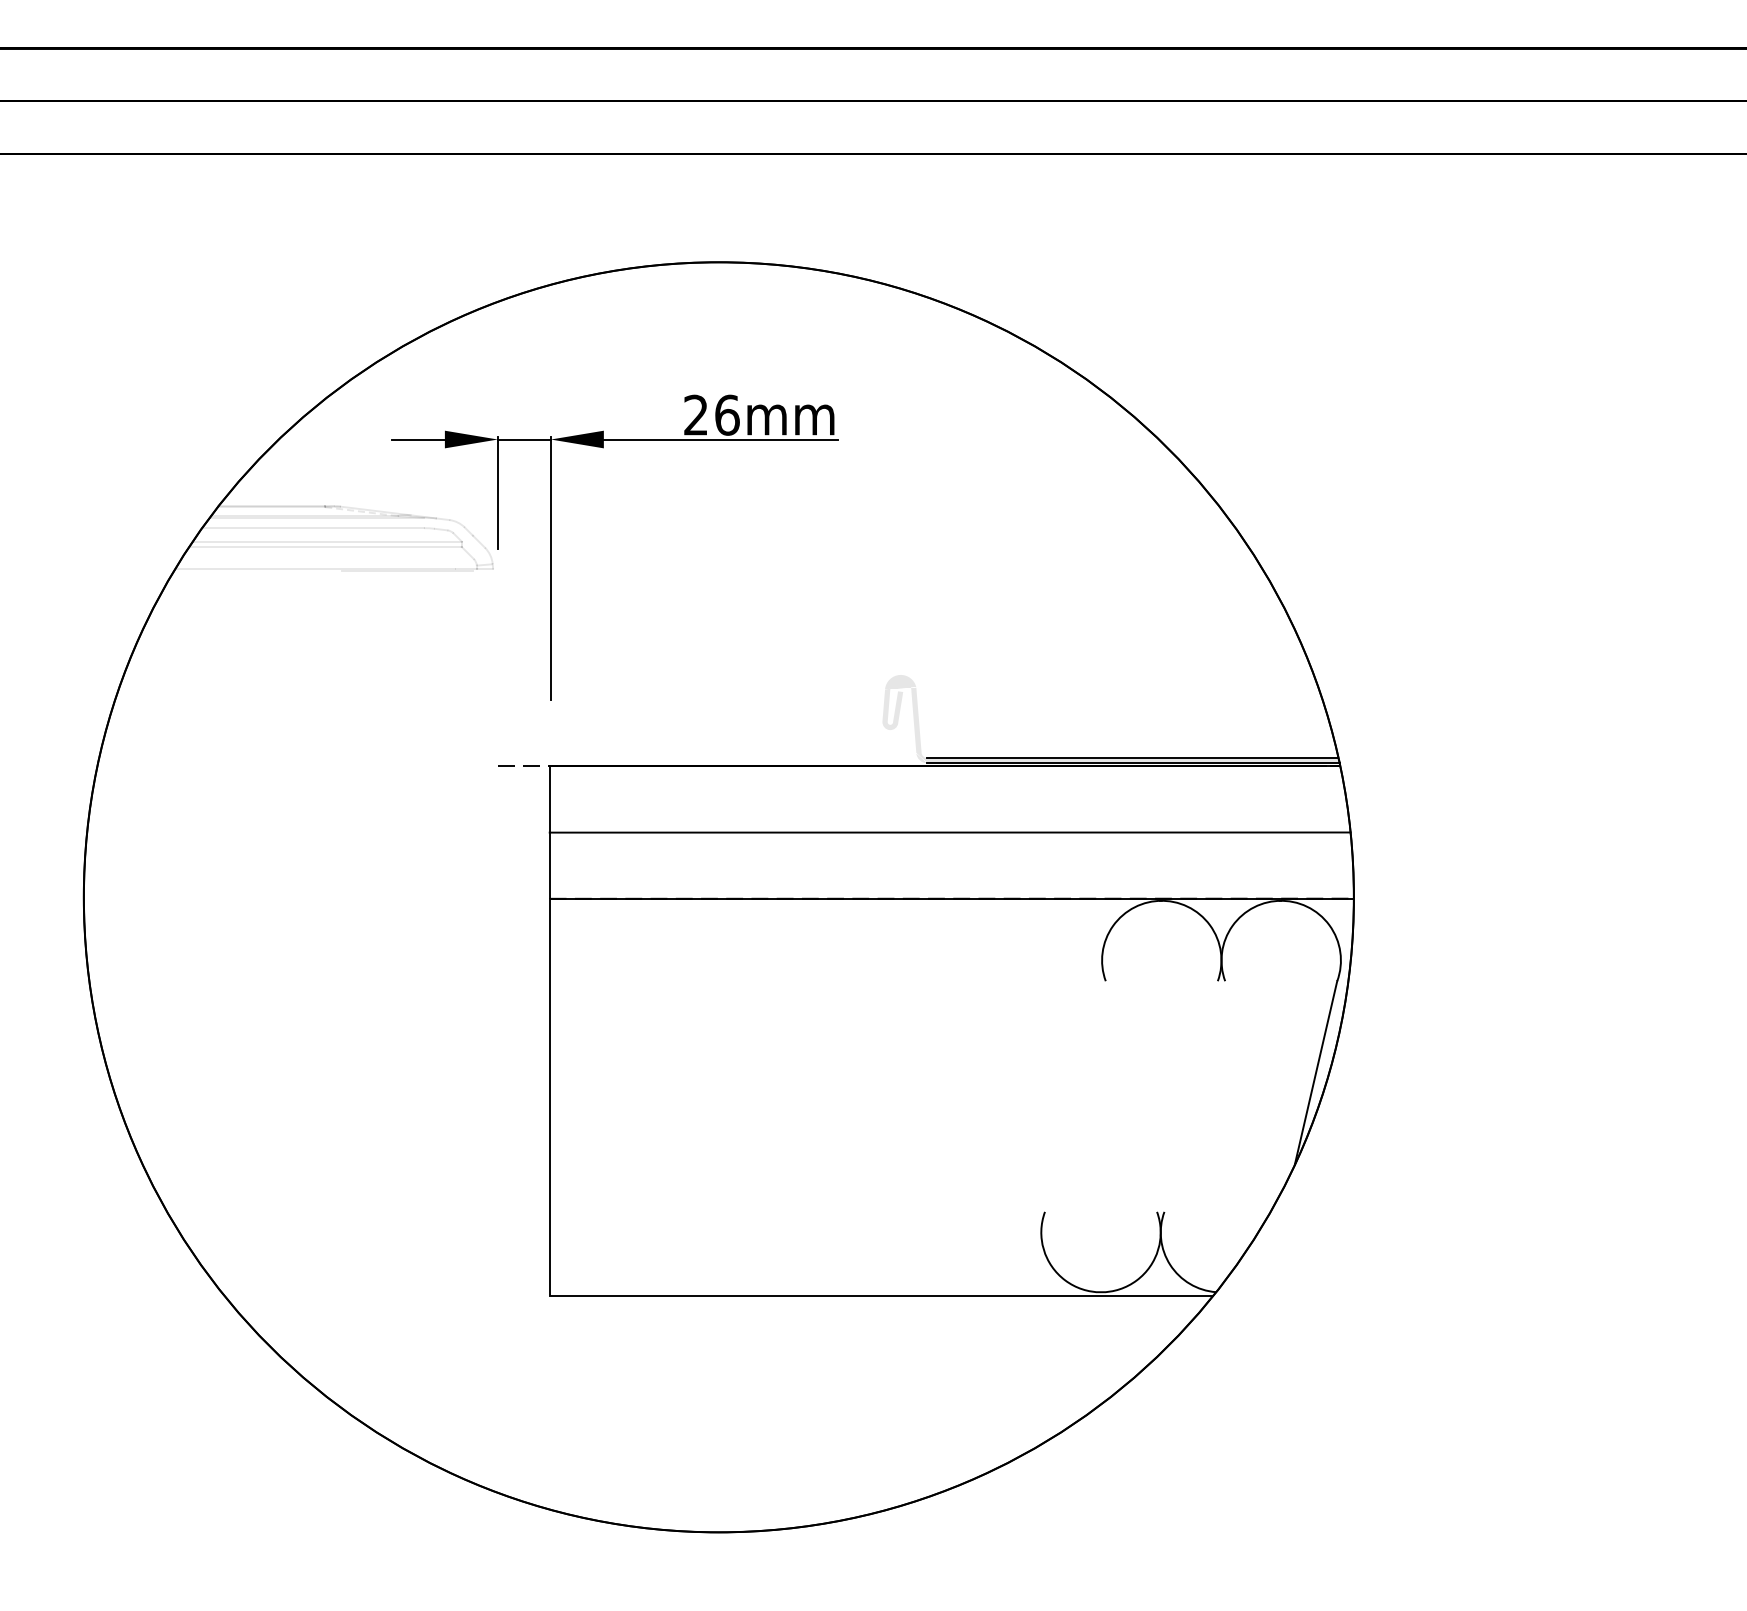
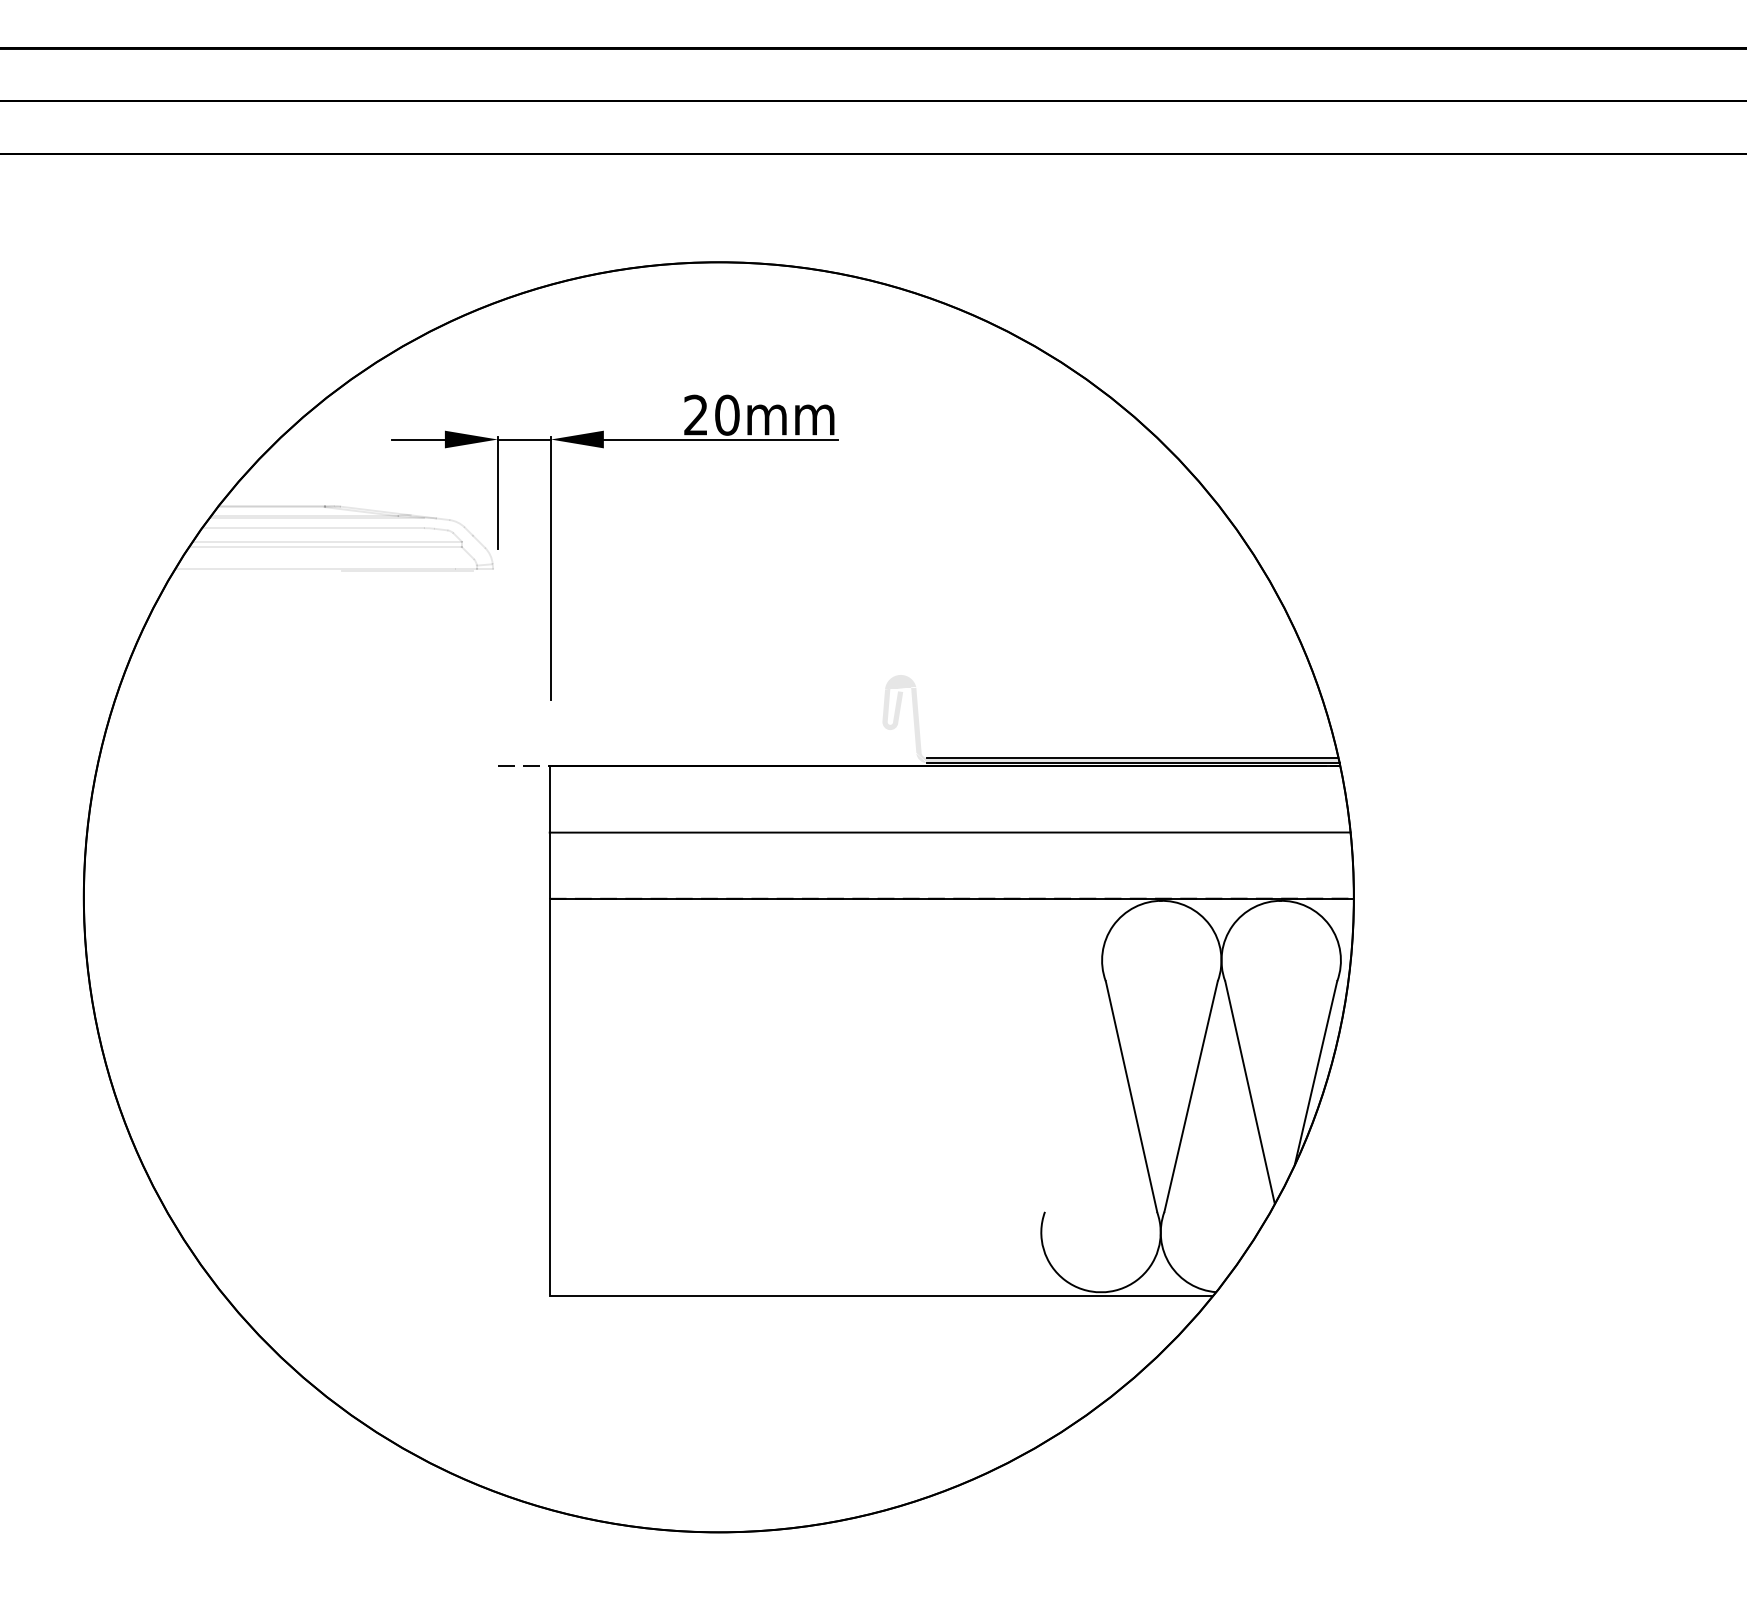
text at (727, 414): 26mm -> 20mm
line at (361, 511): dashed -> solid
line at (1249, 1092): none -> present
line at (1131, 1096): none -> present
line at (1190, 1096): none -> present
